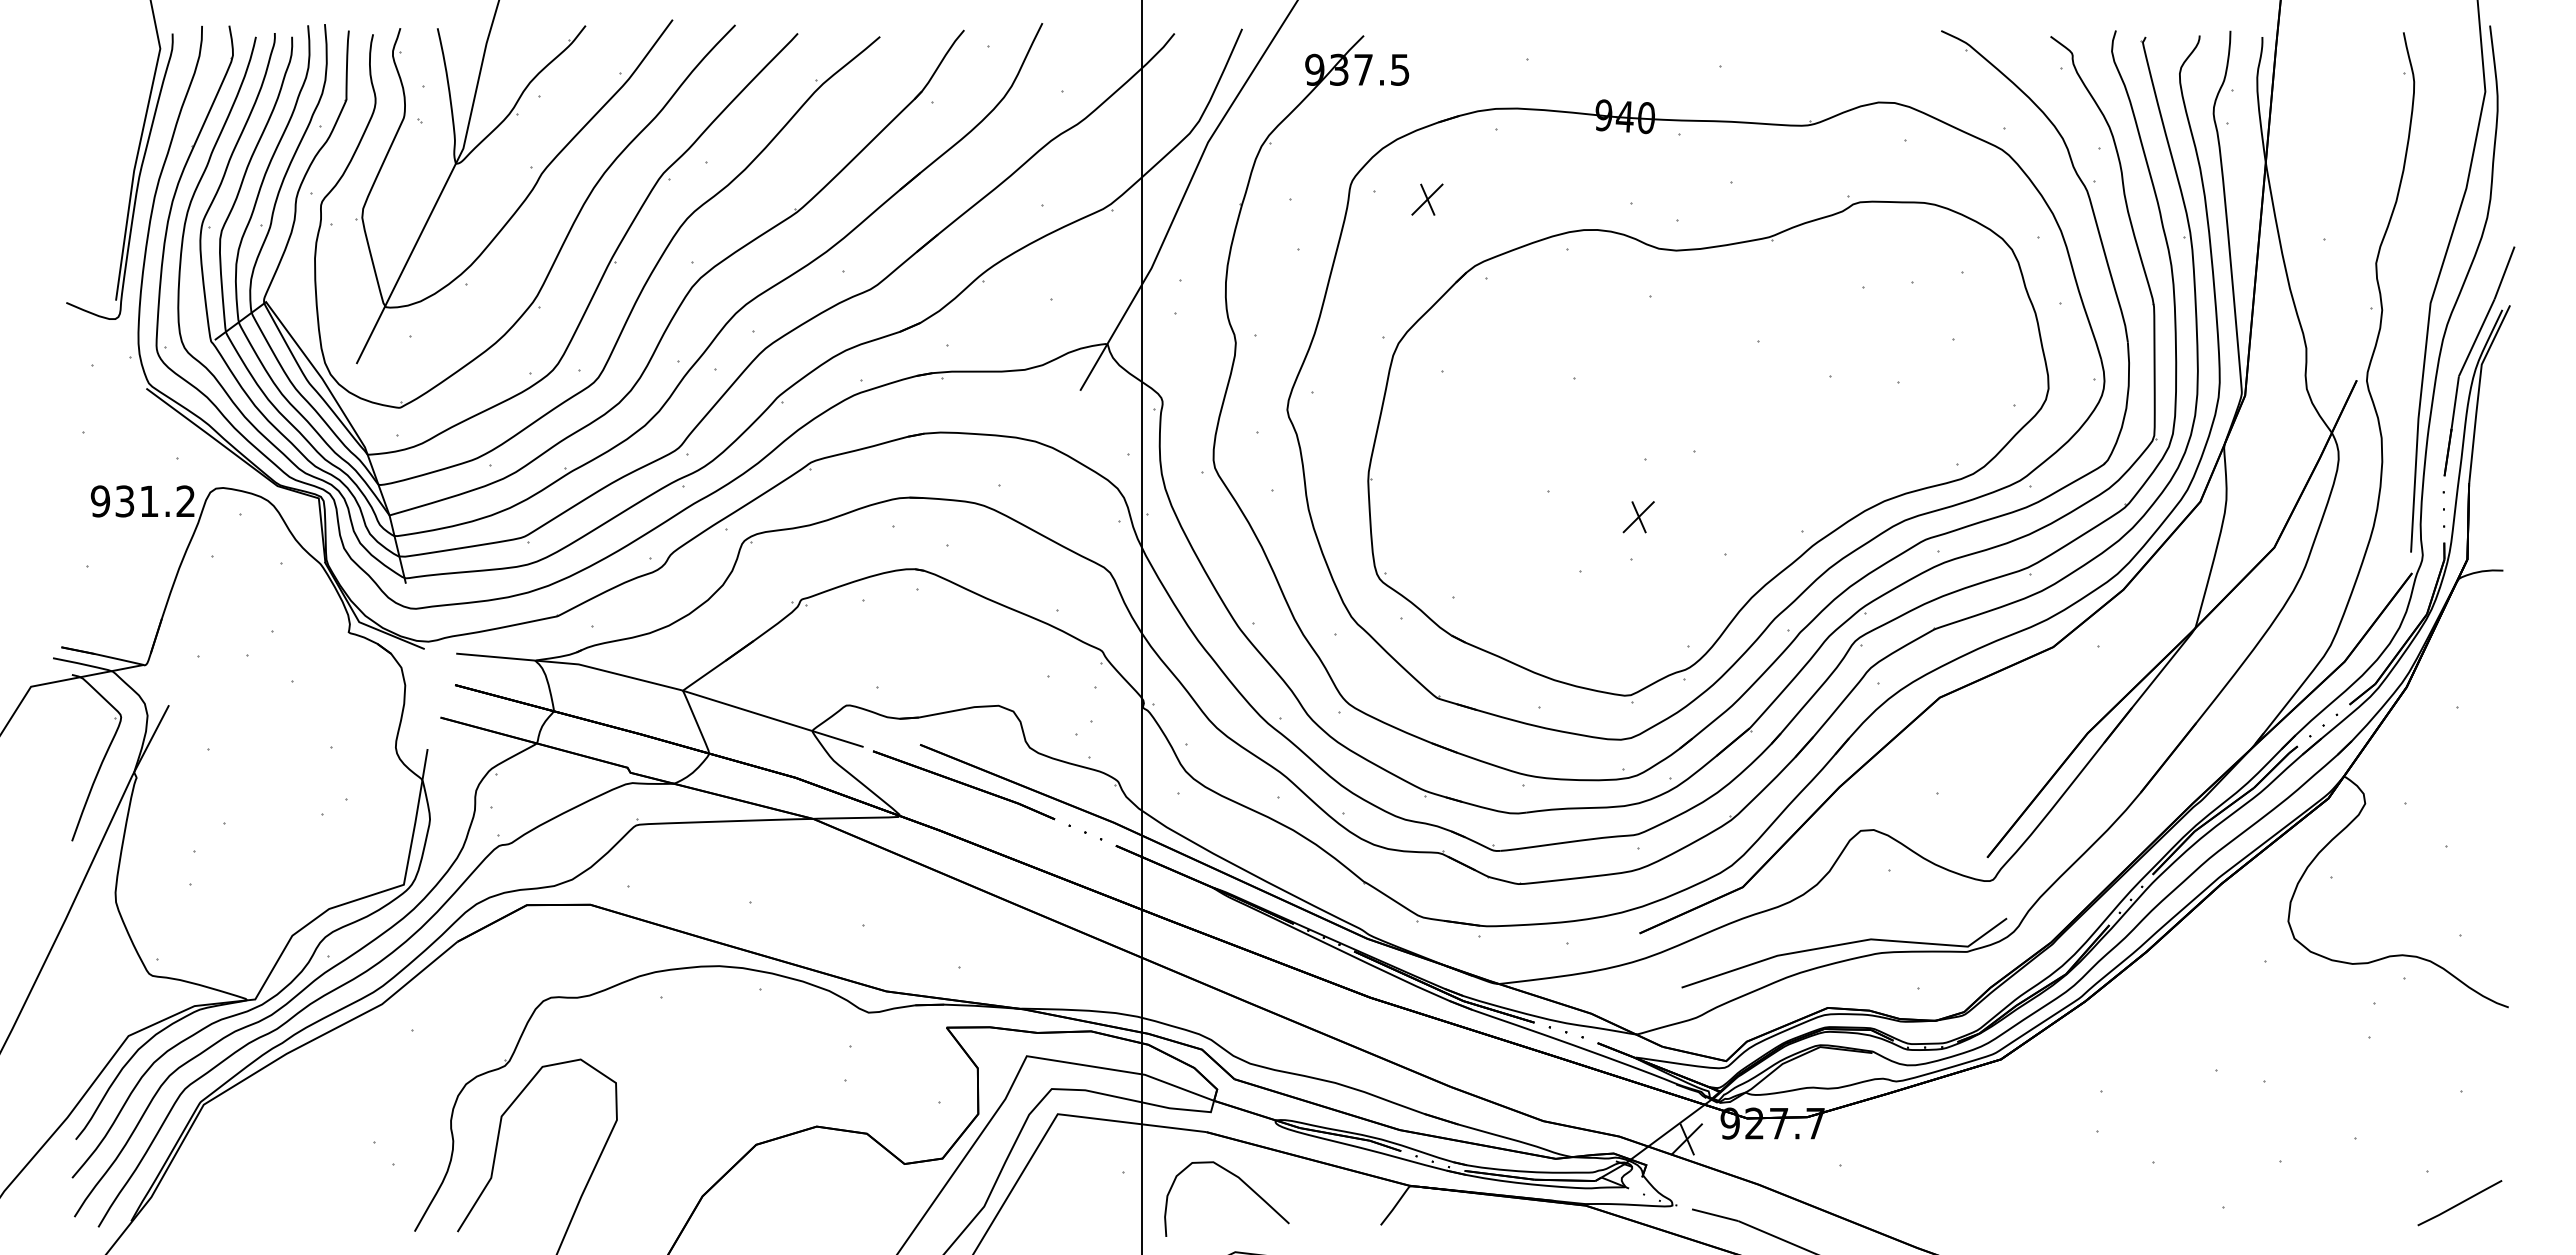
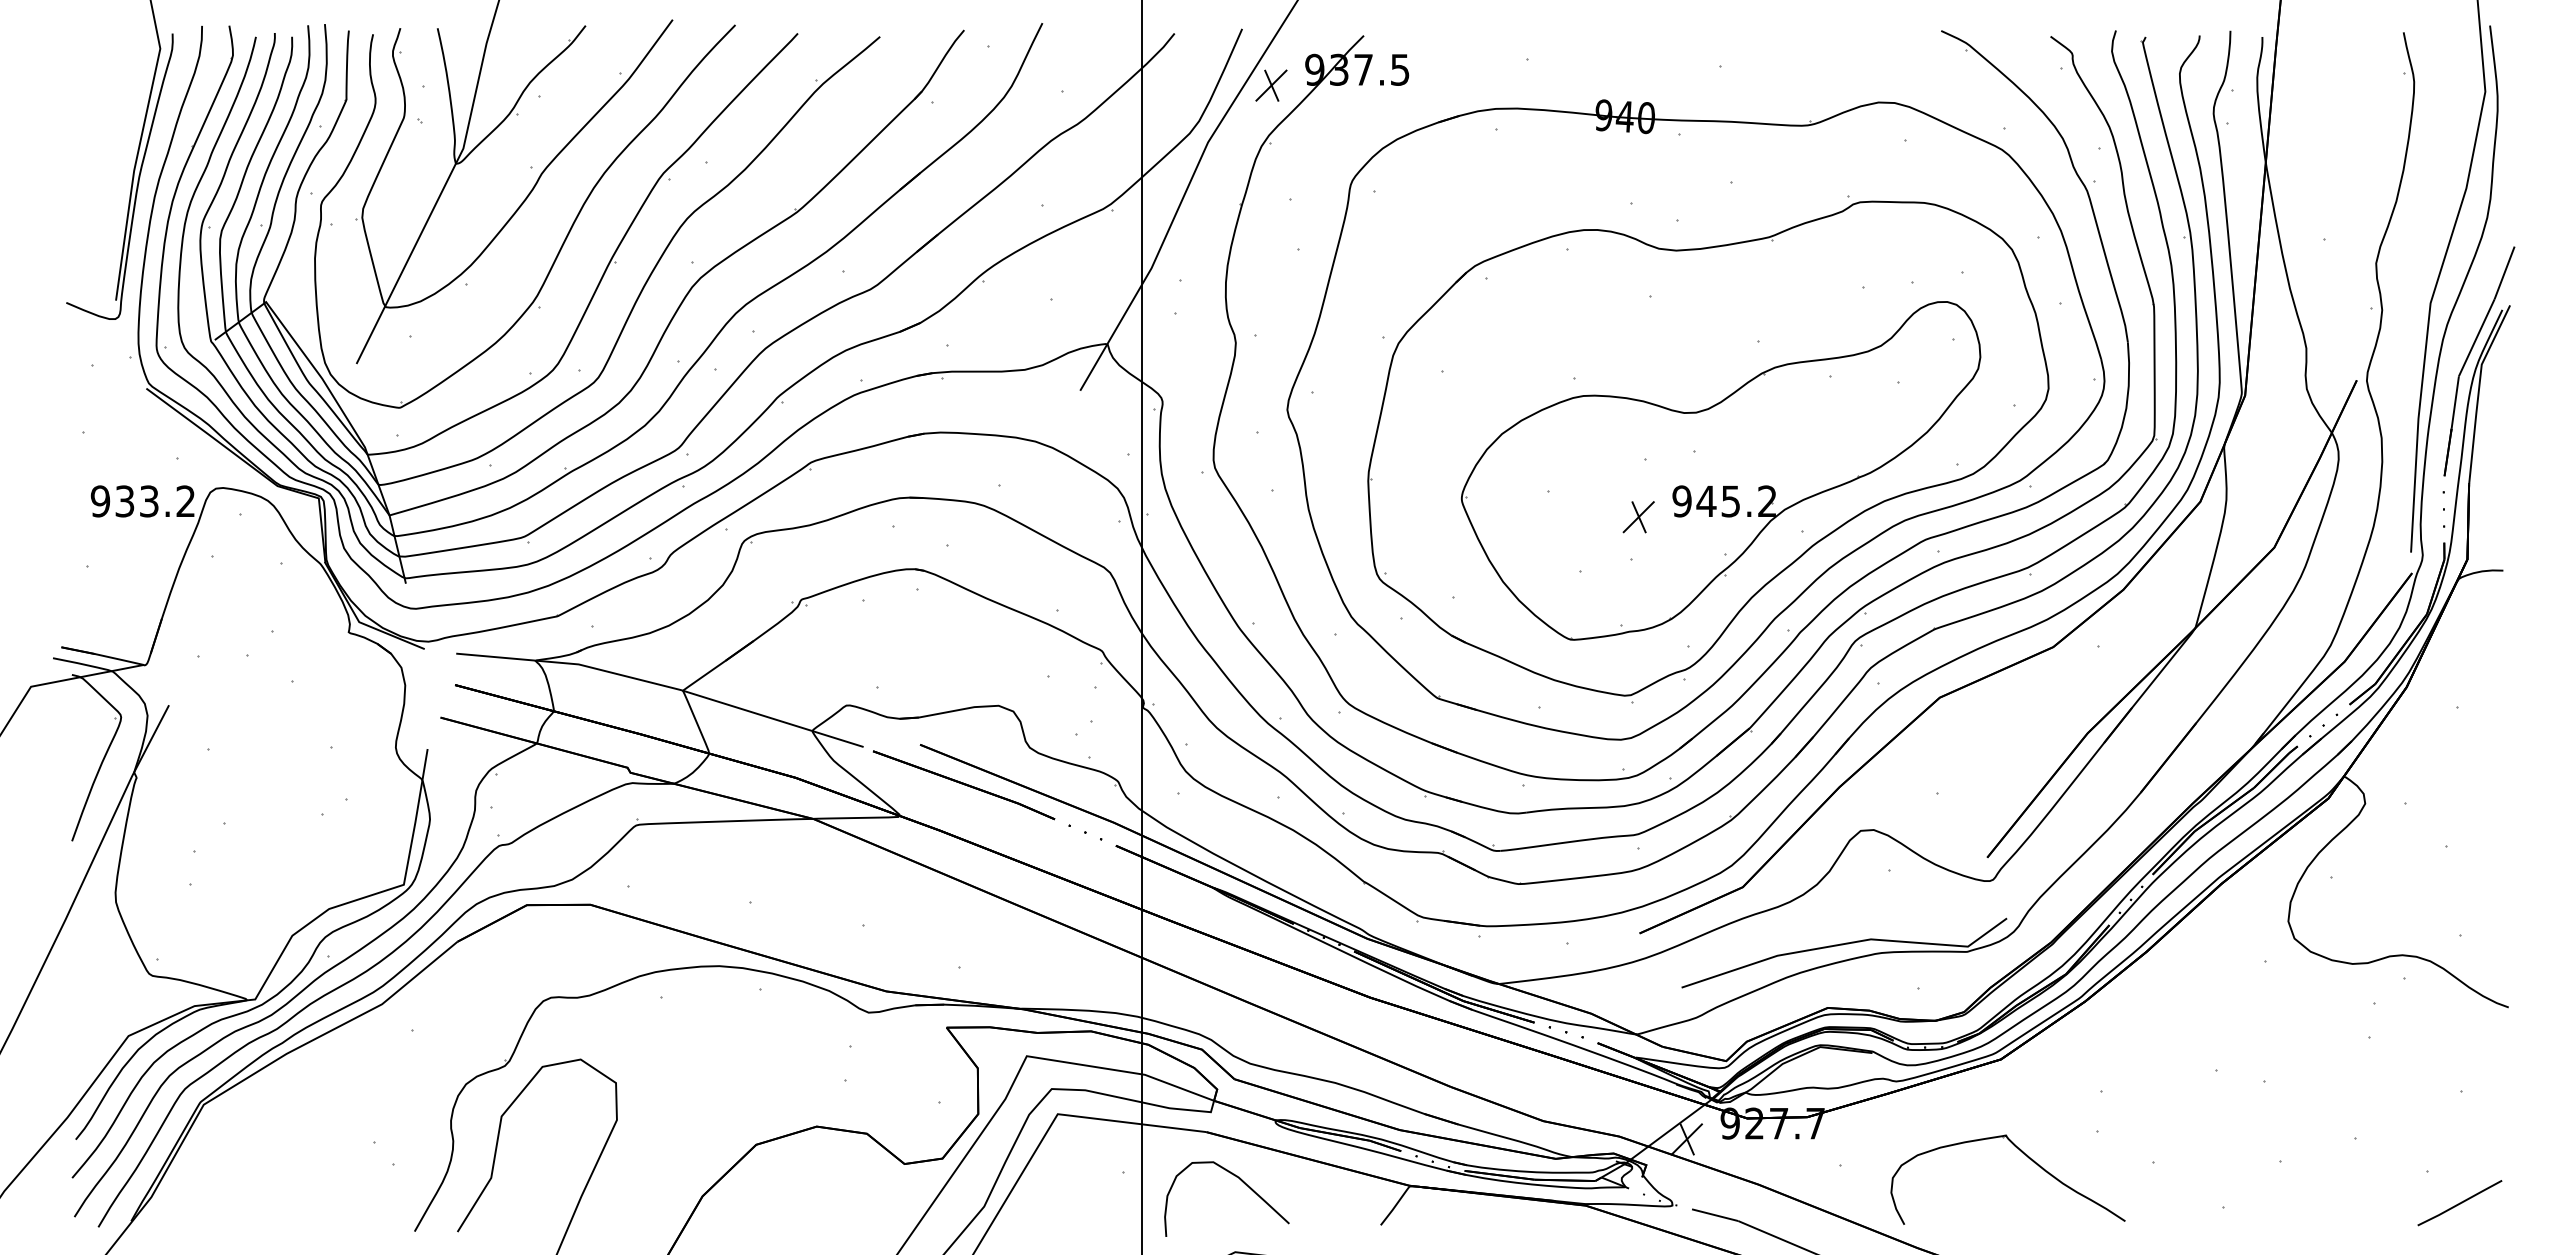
part at (1427, 199) position: (1427, 199) -> (1271, 85)
part at (1721, 470): none -> present
text at (149, 501): 931.2 -> 933.2
part at (2023, 1154): none -> present
